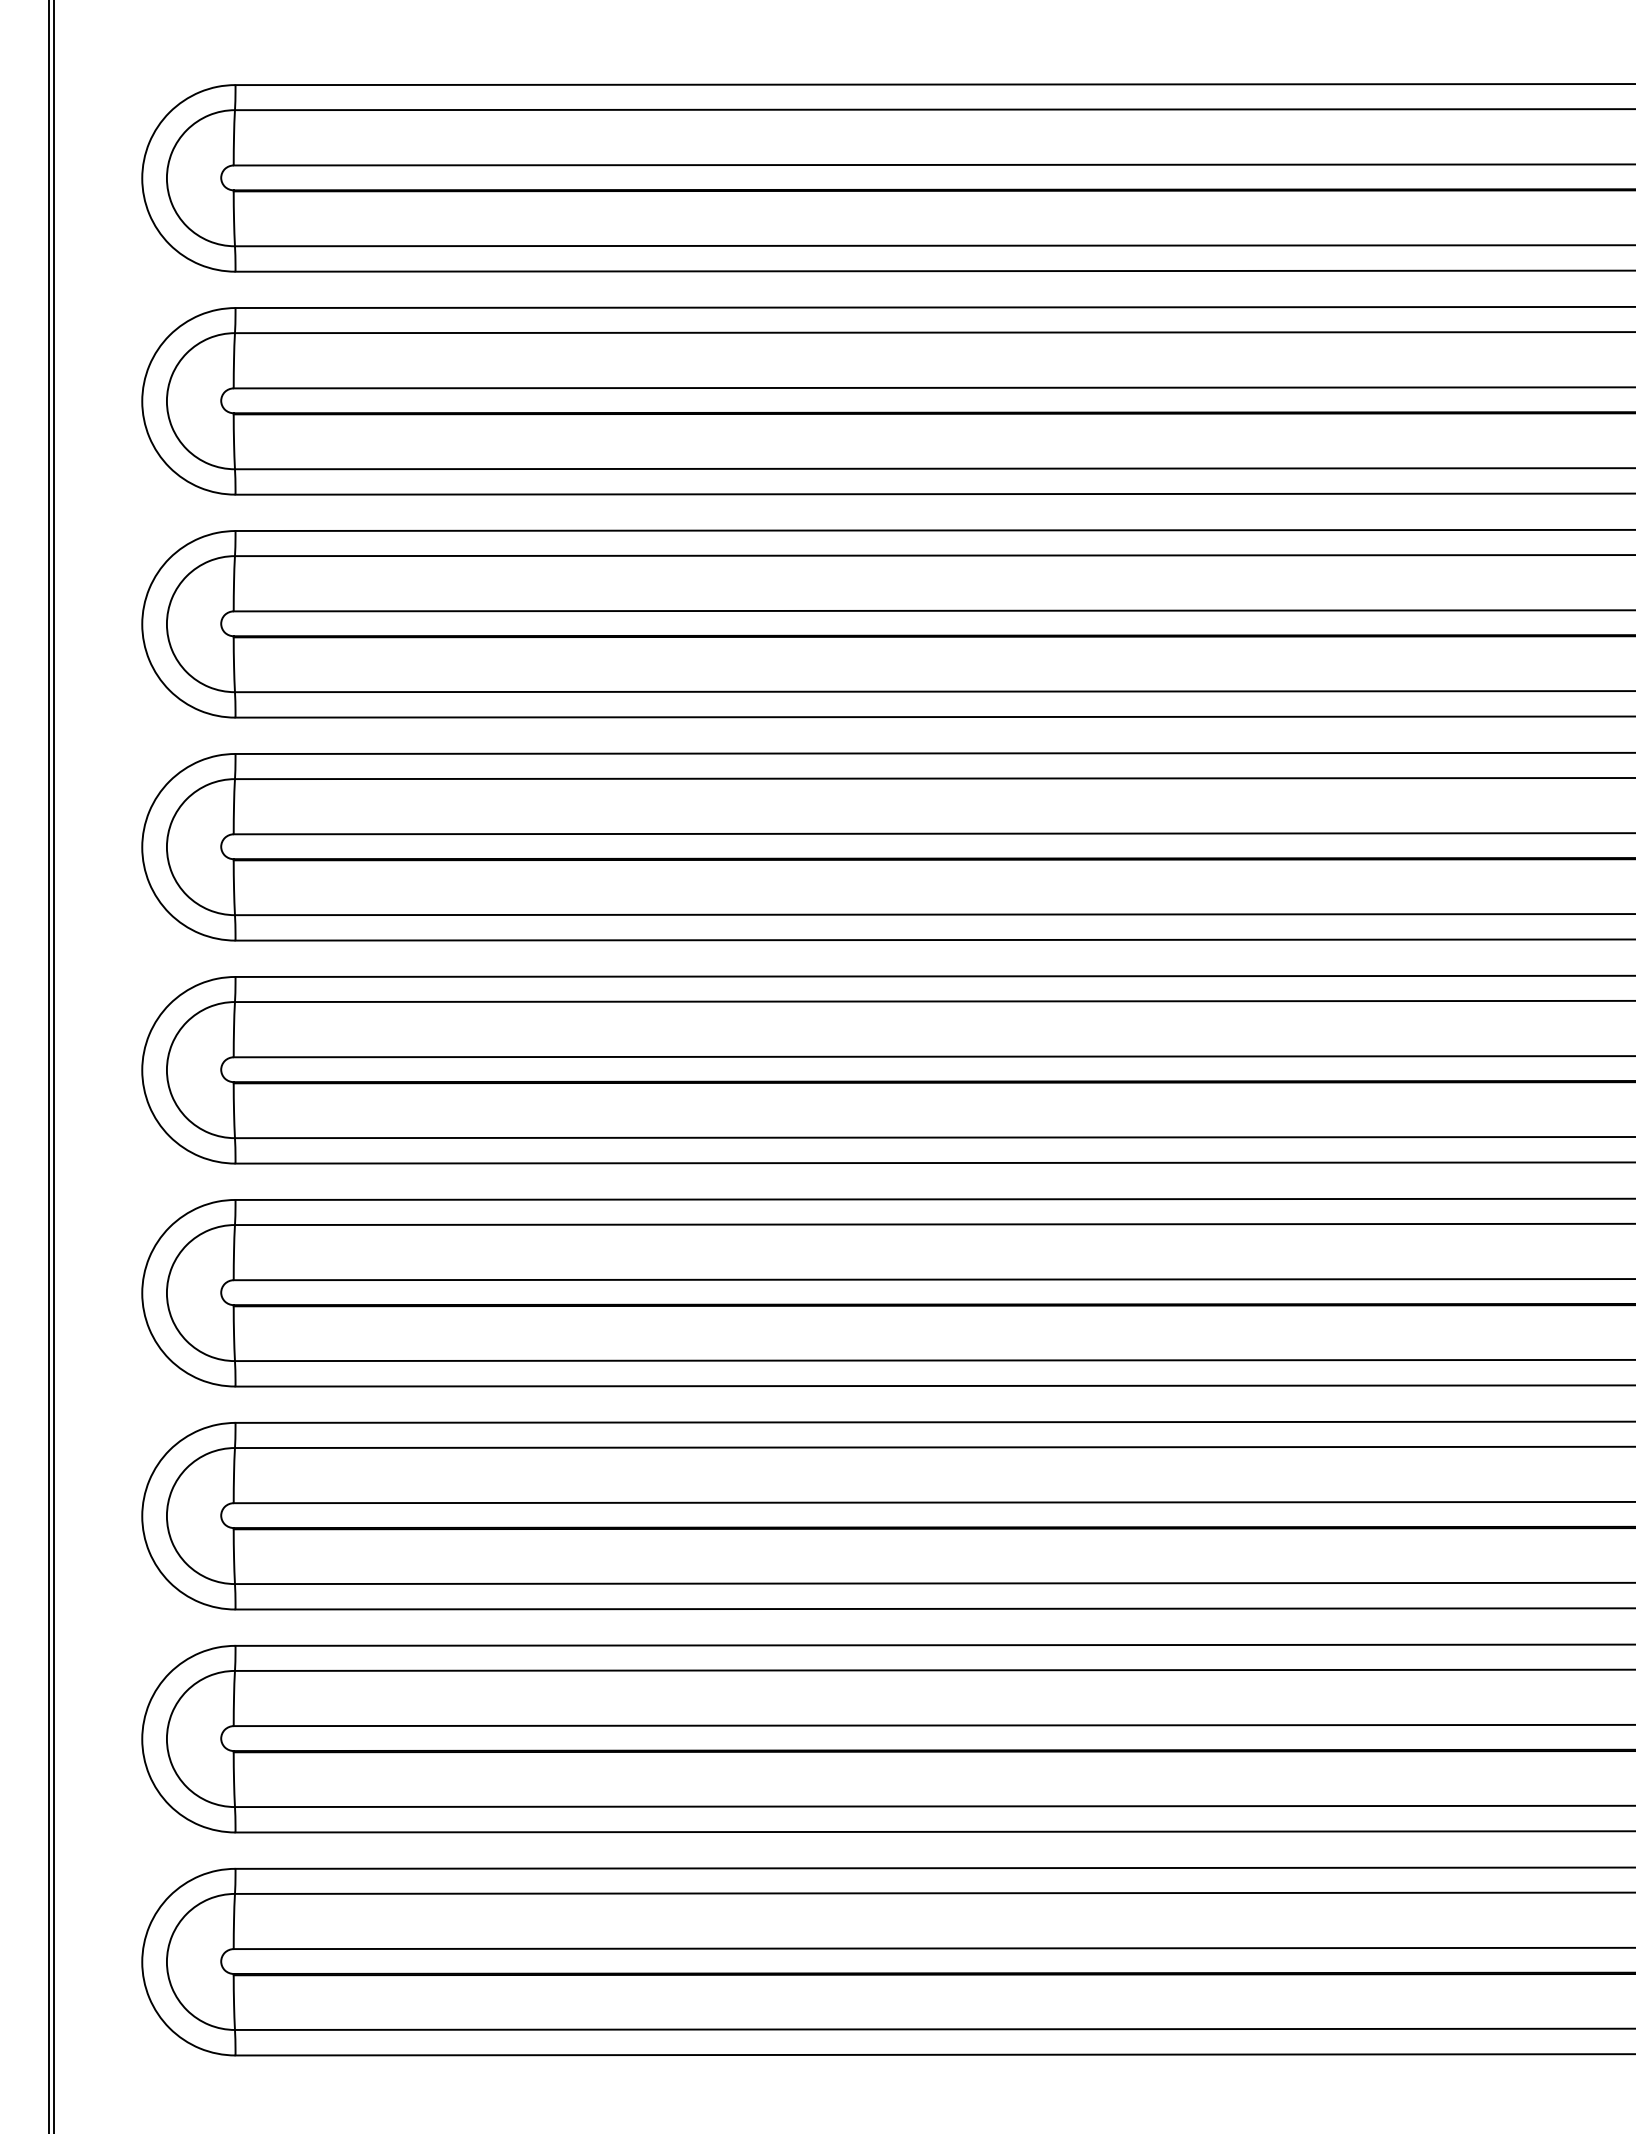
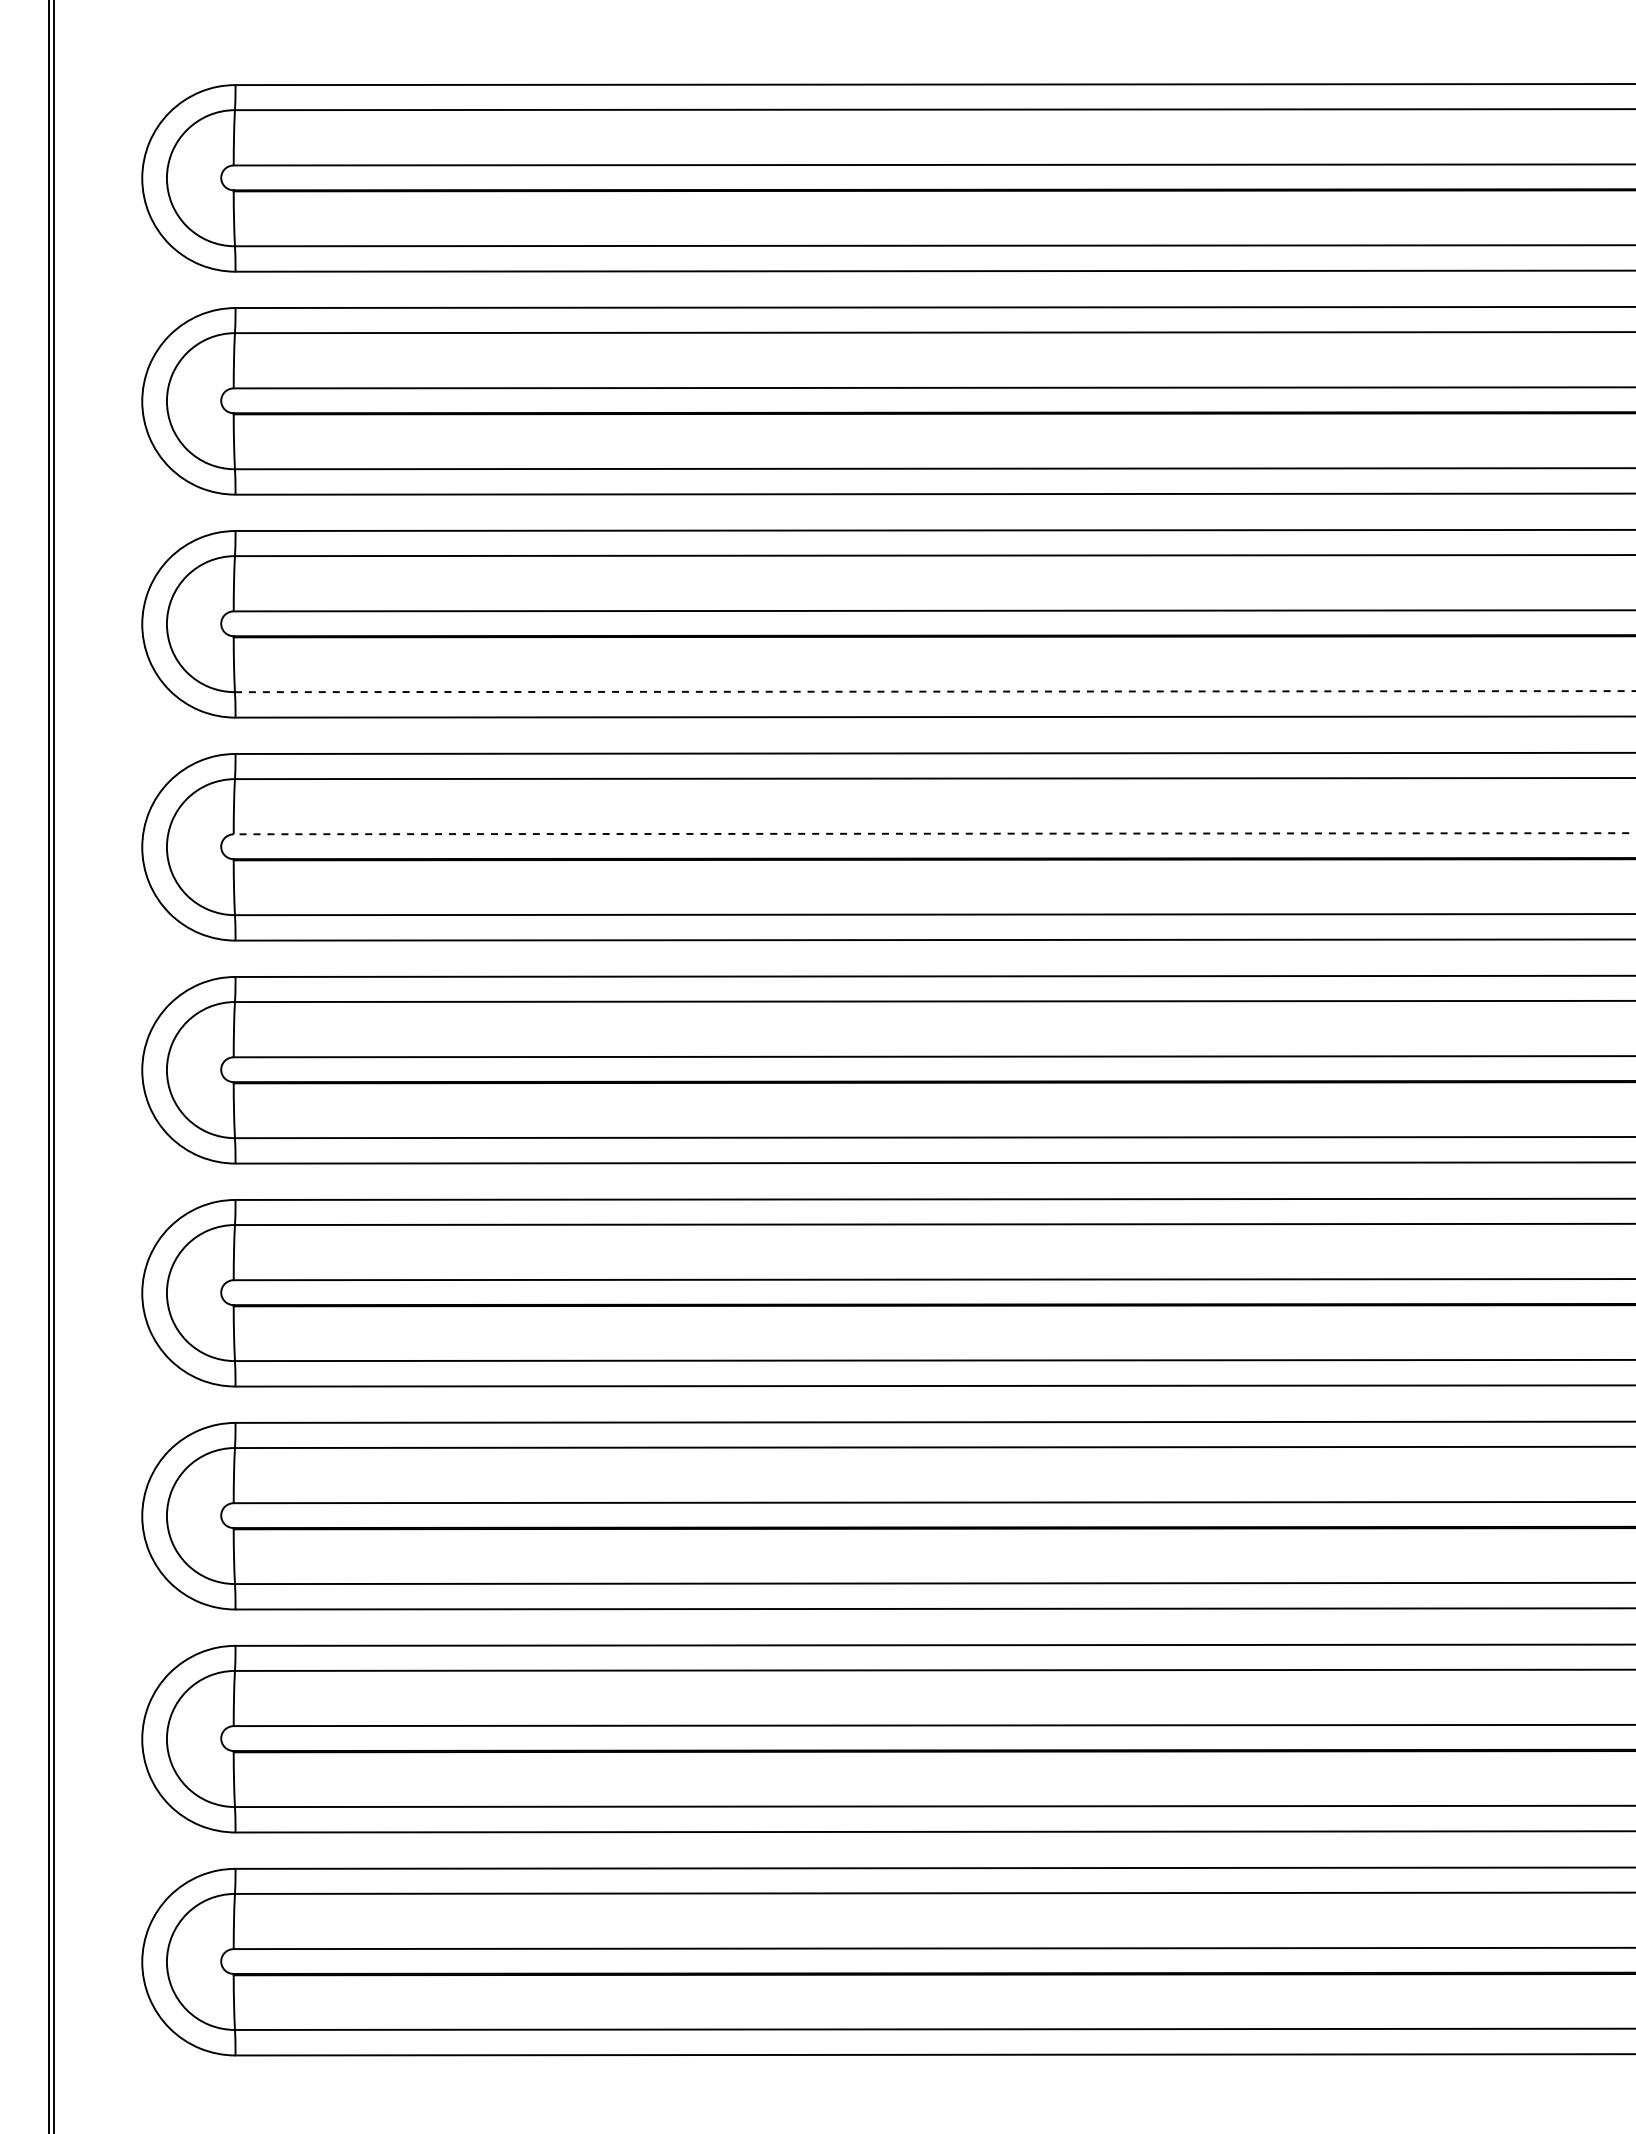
line at (935, 691): solid -> dashed
line at (934, 833): solid -> dashed
